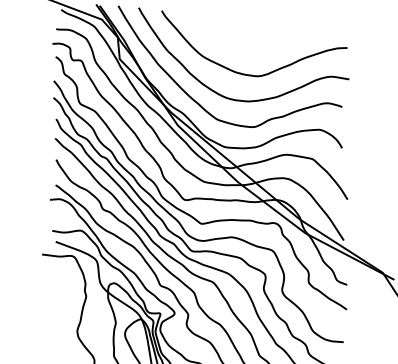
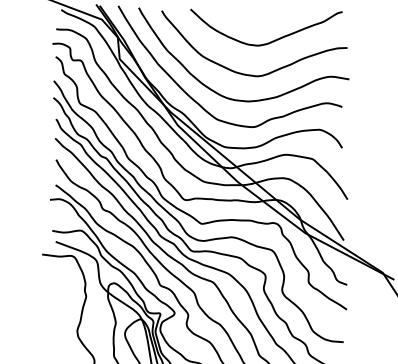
curve at (272, 40): none -> present
